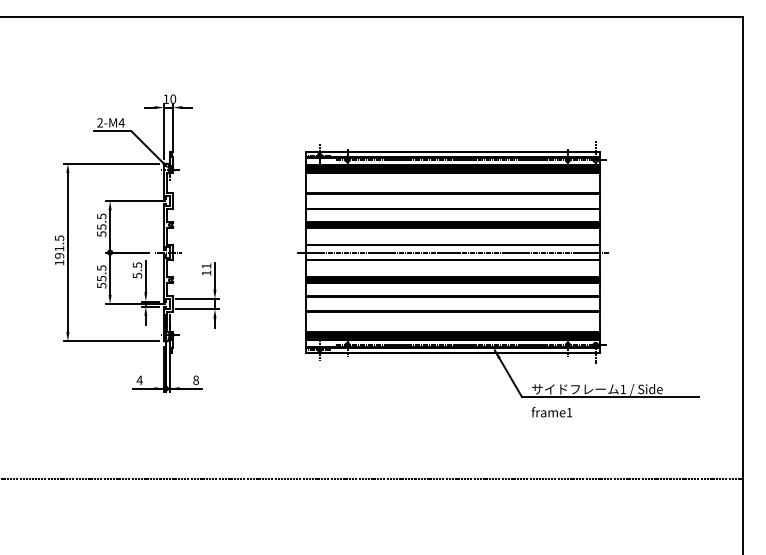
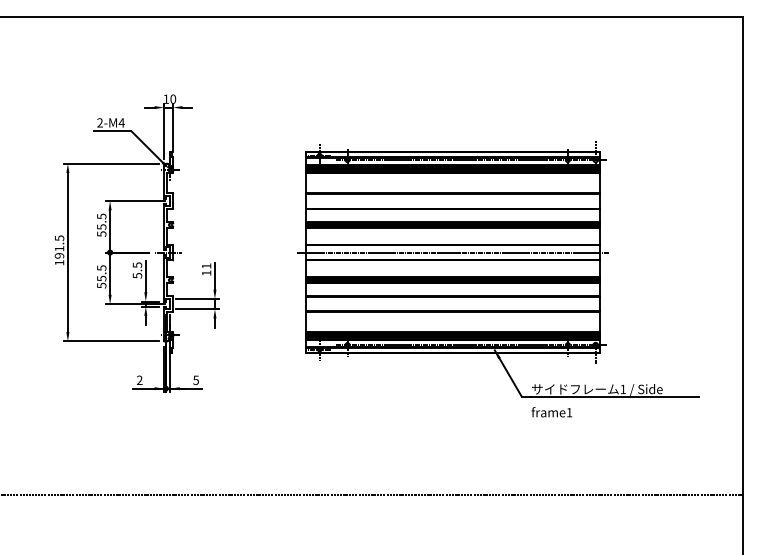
text at (139, 379): 4 -> 2
text at (195, 379): 8 -> 5
line at (372, 479) position: (372, 479) -> (372, 495)
